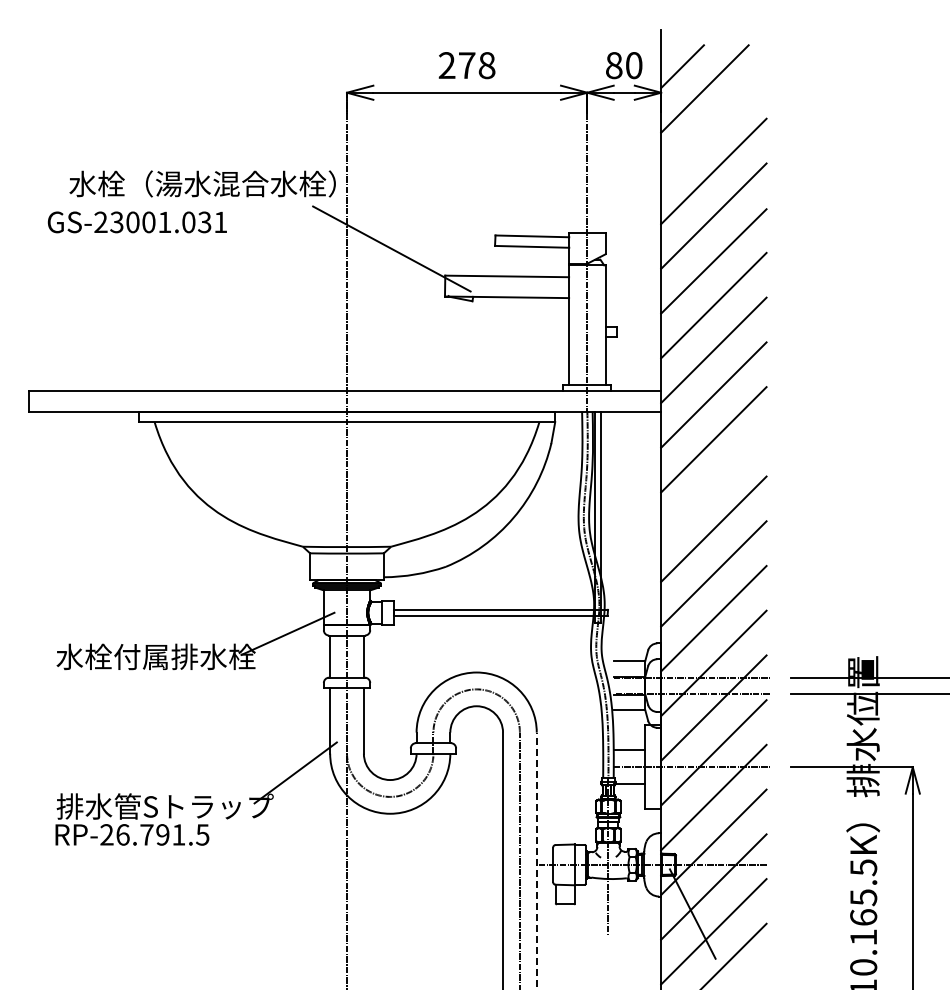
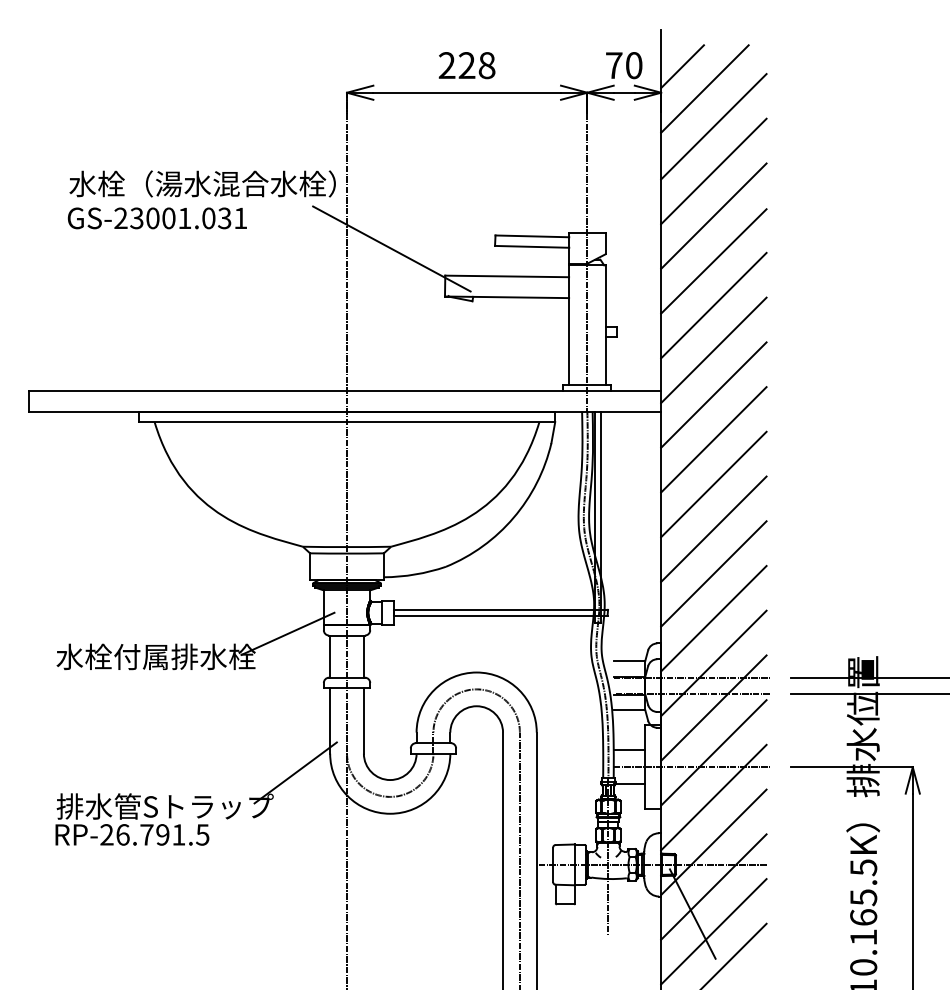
text at (466, 65): 278 -> 228
text at (614, 65): 80 -> 70
line at (713, 126): none -> present
text at (136, 222) position: (136, 222) -> (156, 218)
line at (713, 484): none -> present
line at (536, 860): dashed -> solid
